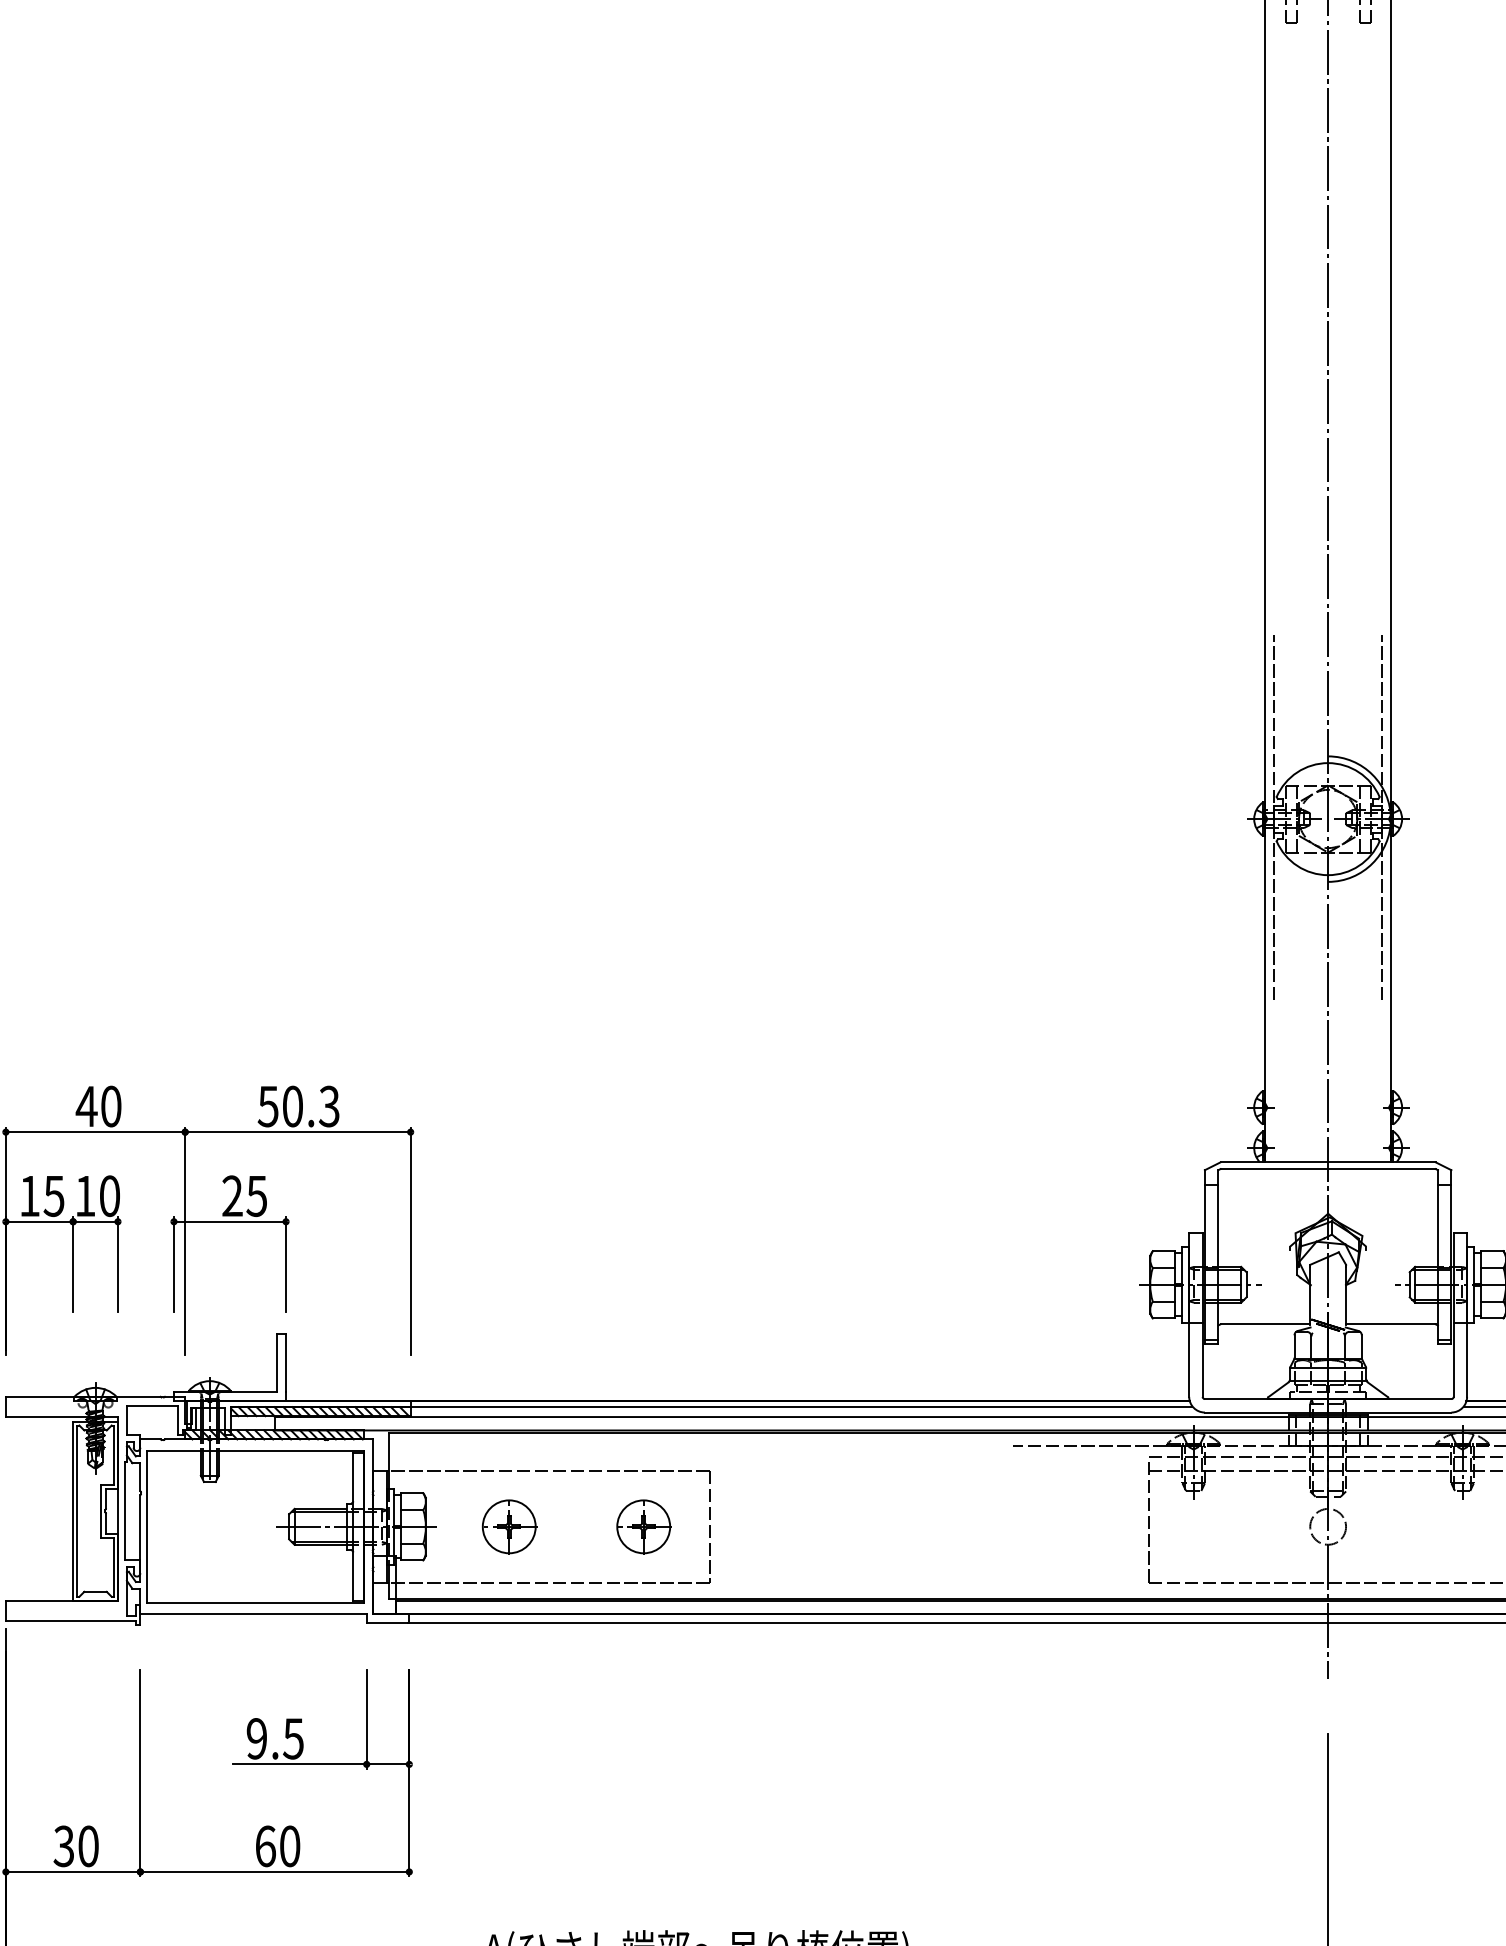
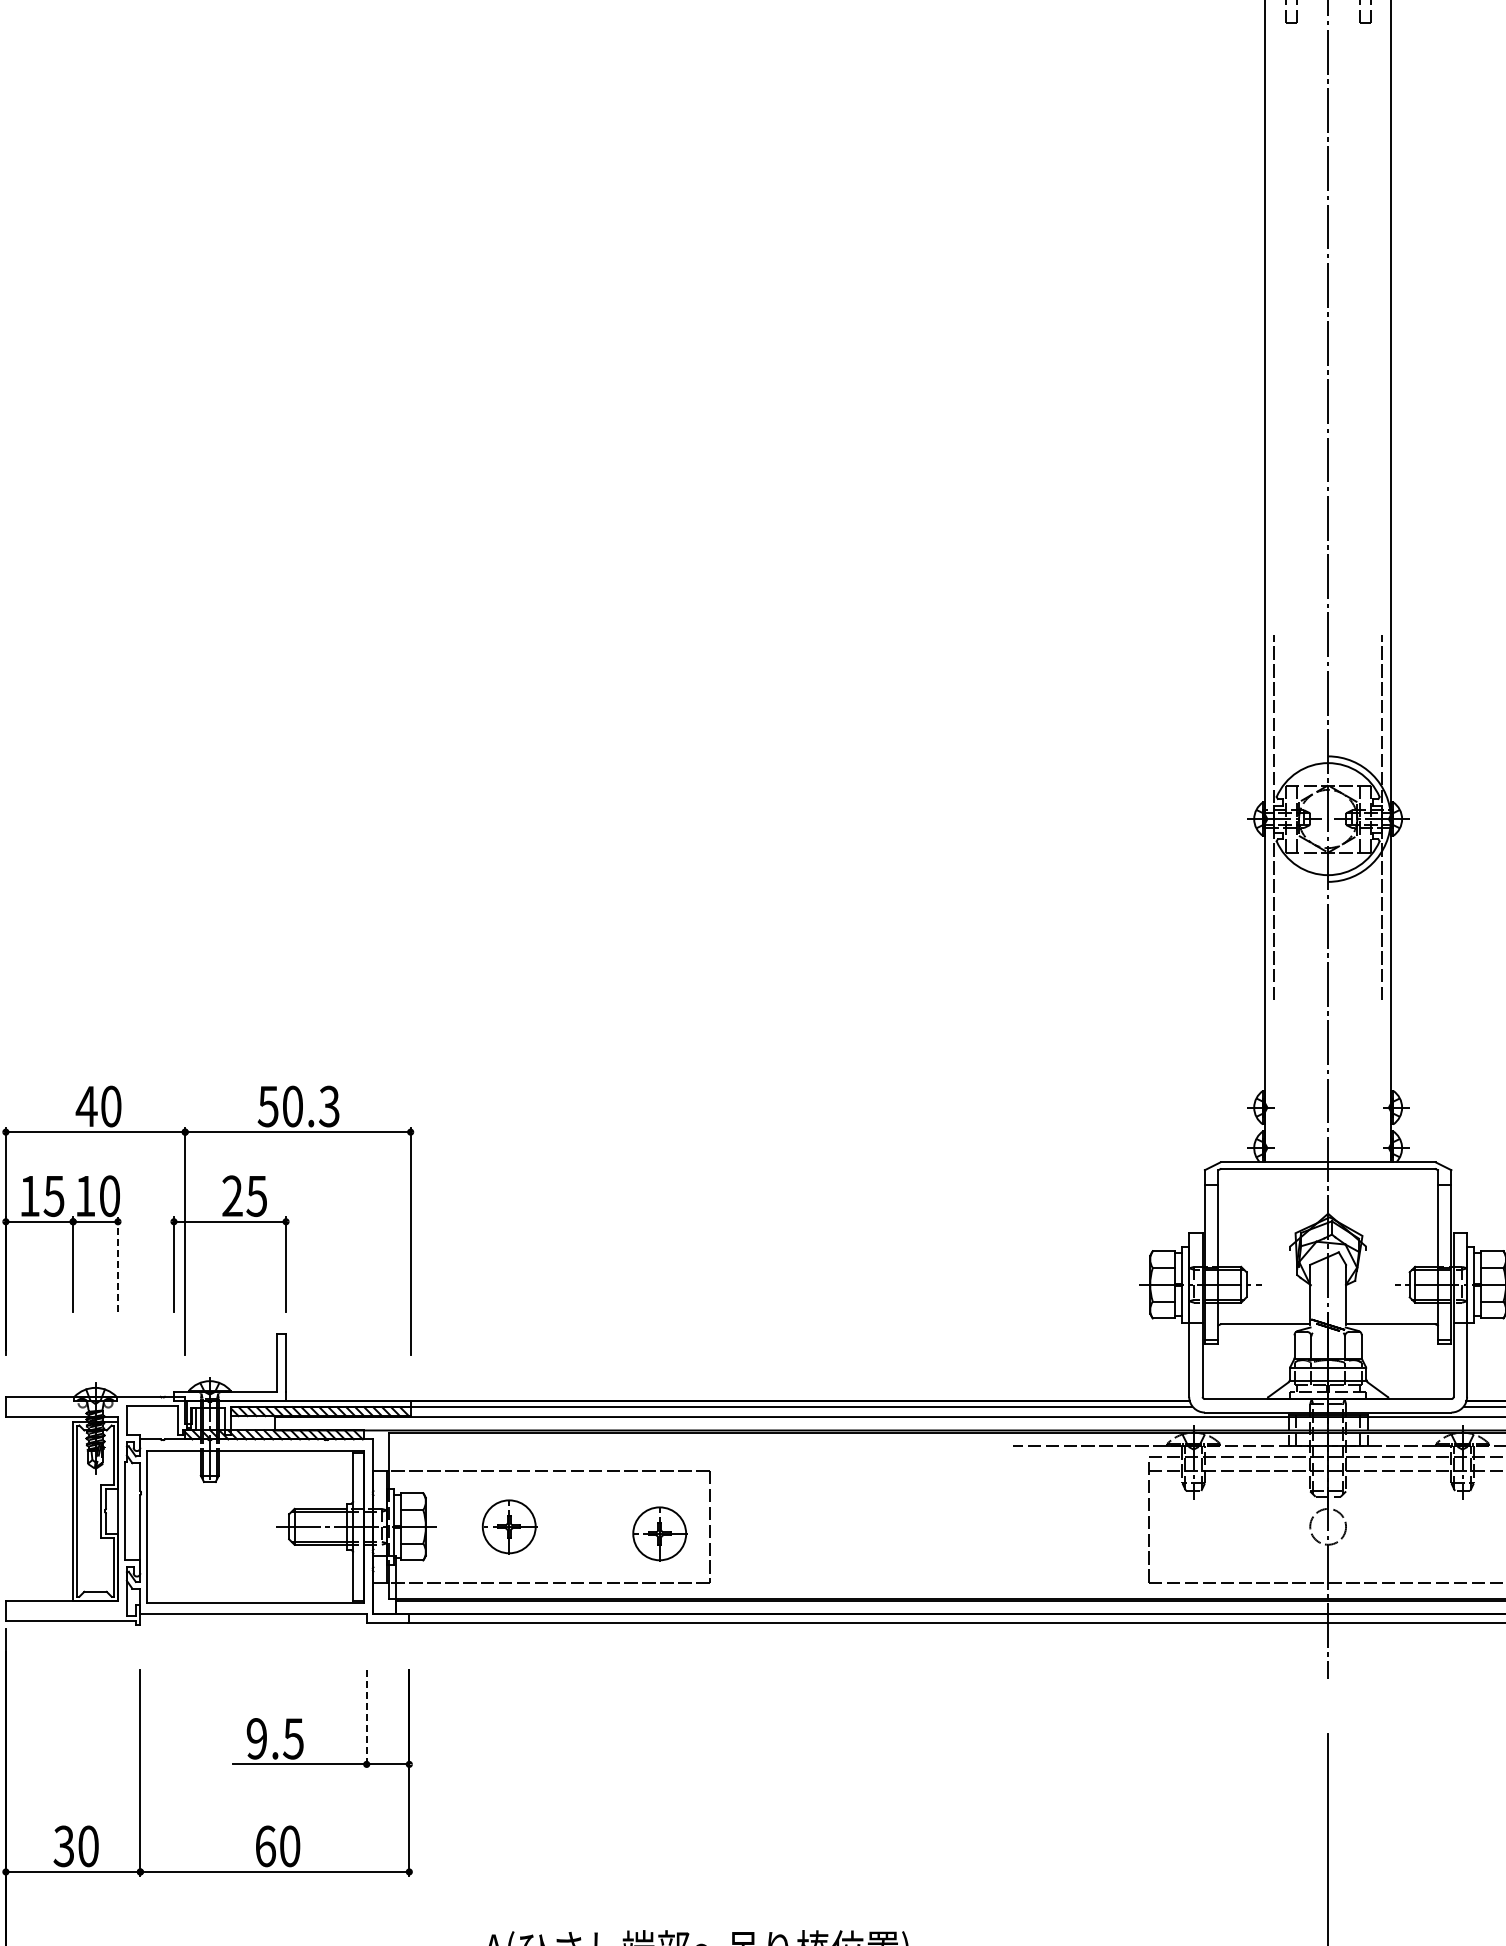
line at (117, 1264): solid -> dashed
part at (643, 1526) position: (643, 1526) -> (659, 1533)
line at (366, 1720): solid -> dashed
